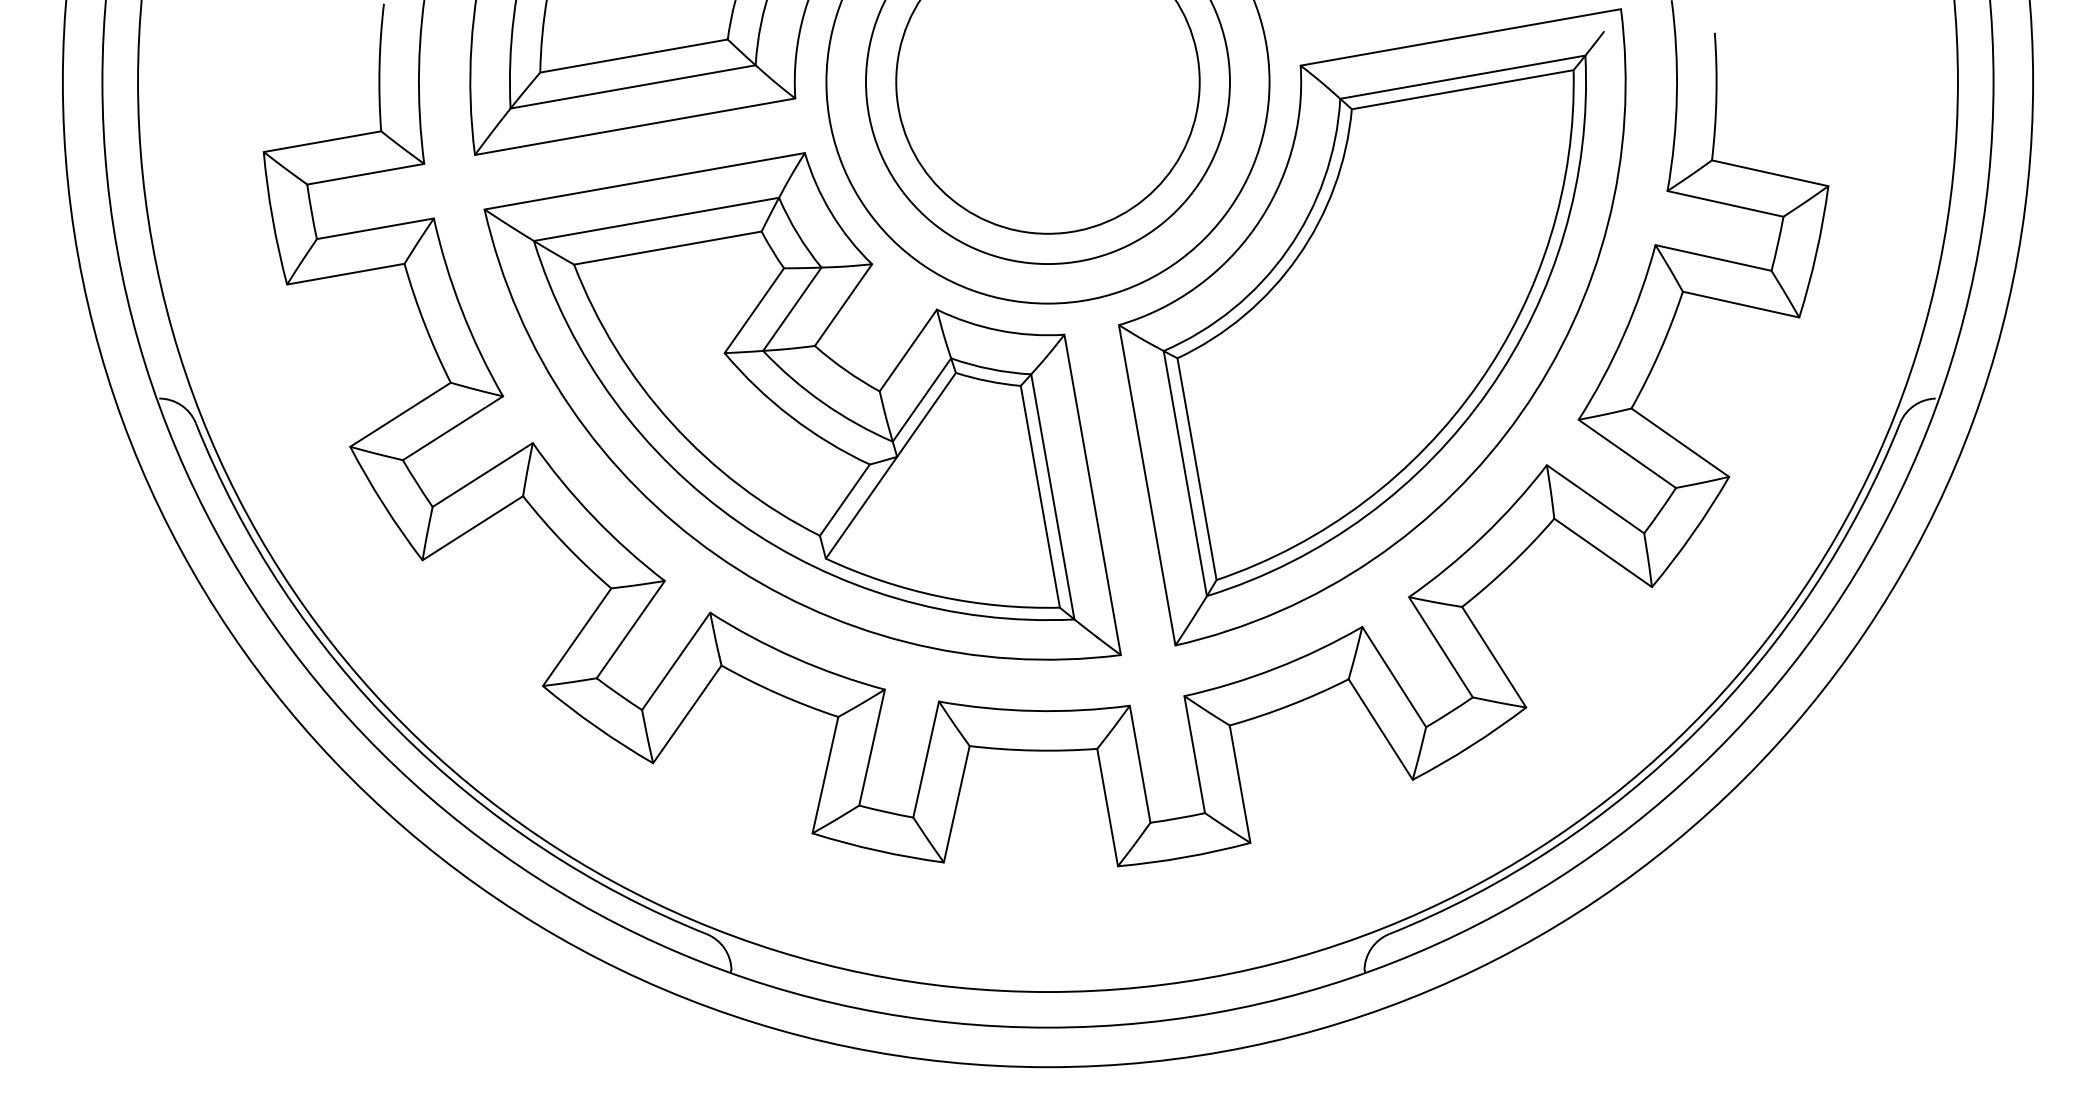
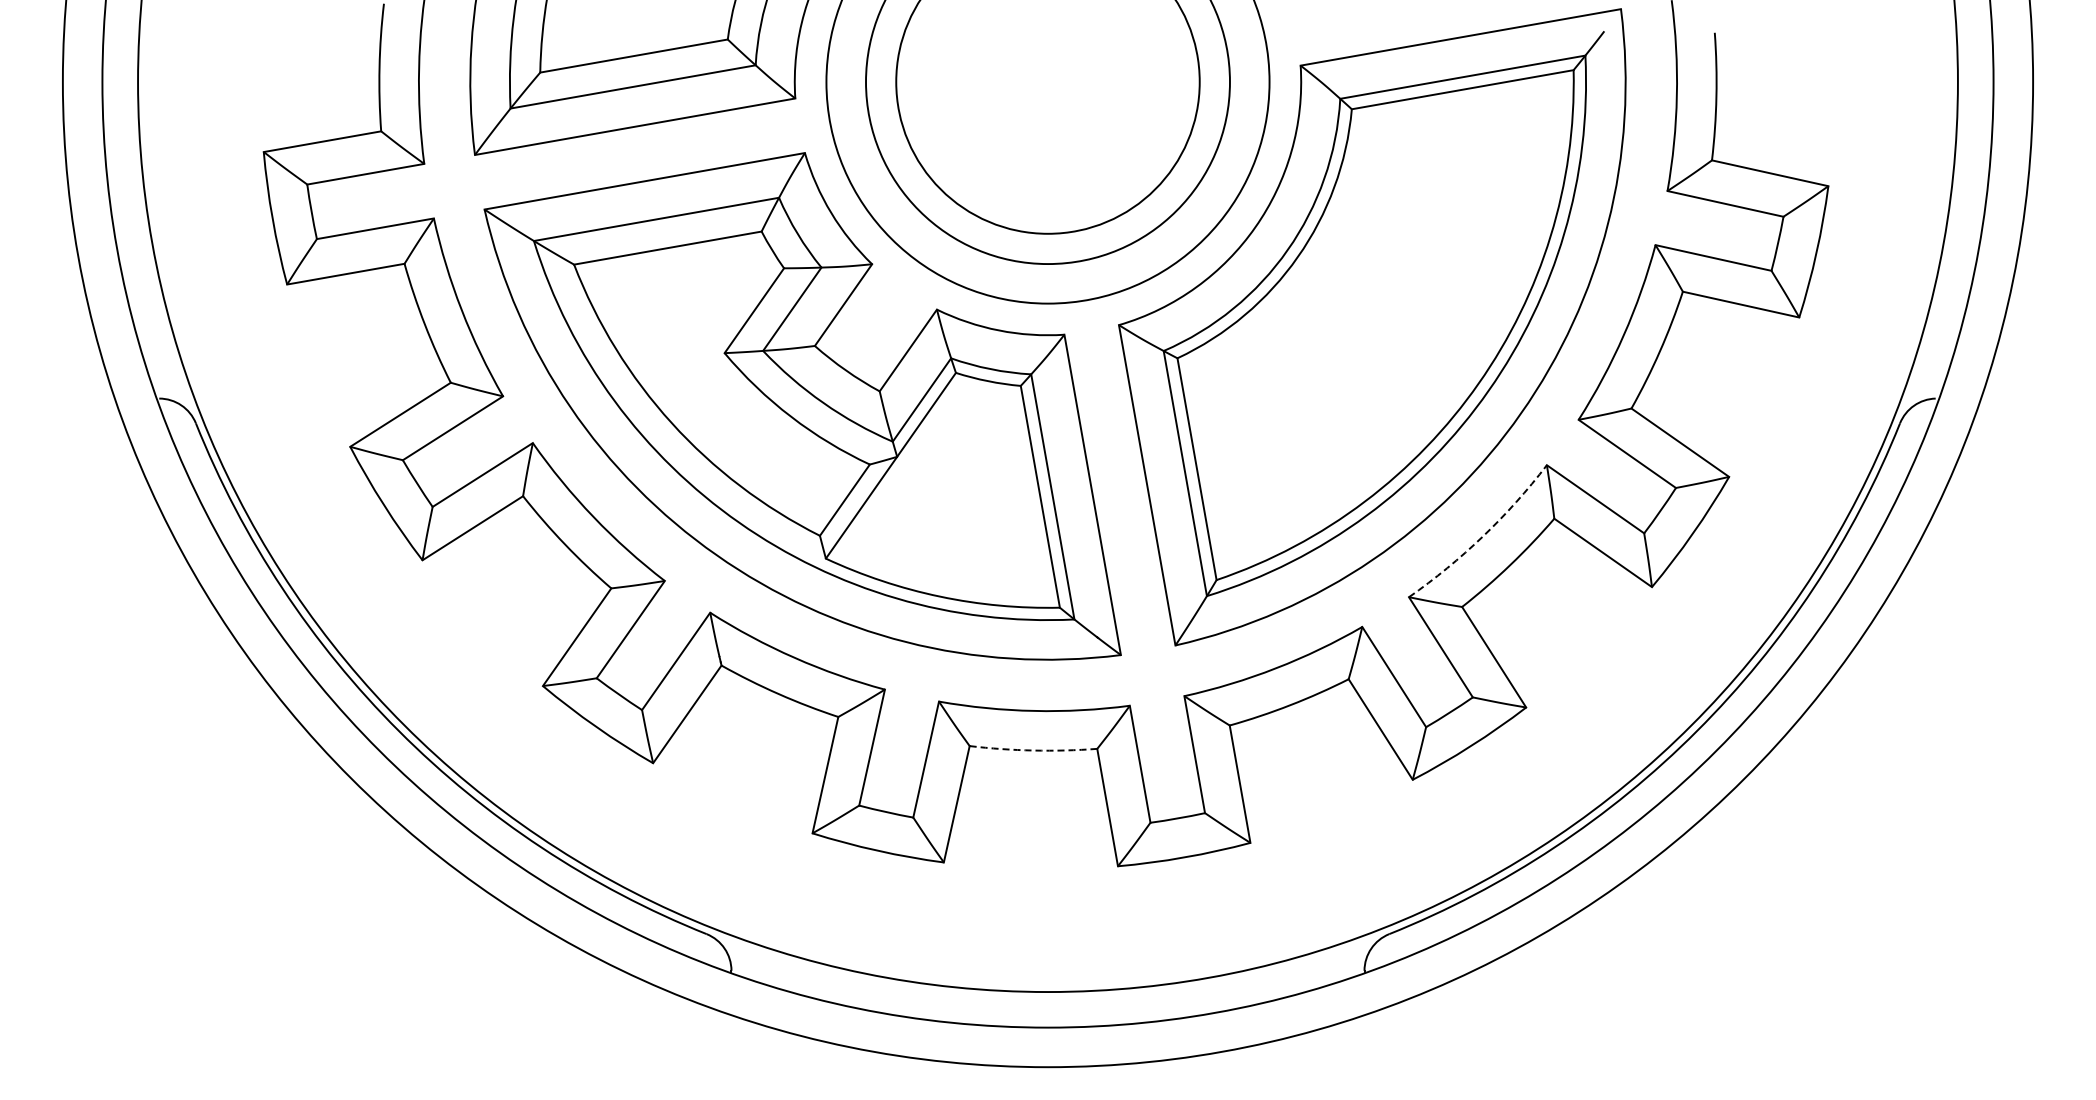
arc at (1482, 536): solid -> dashed
arc at (1033, 750): solid -> dashed
